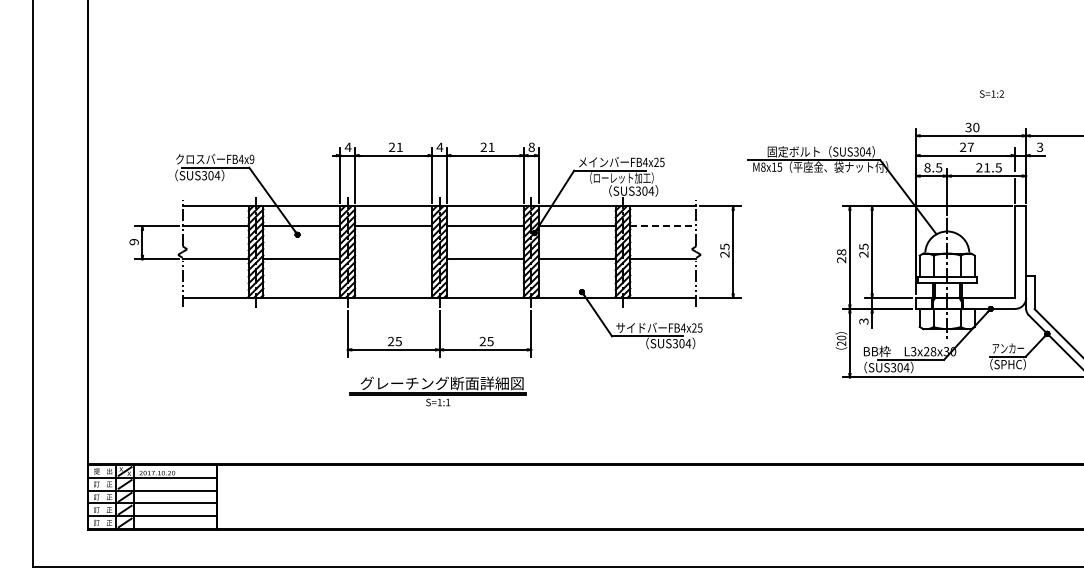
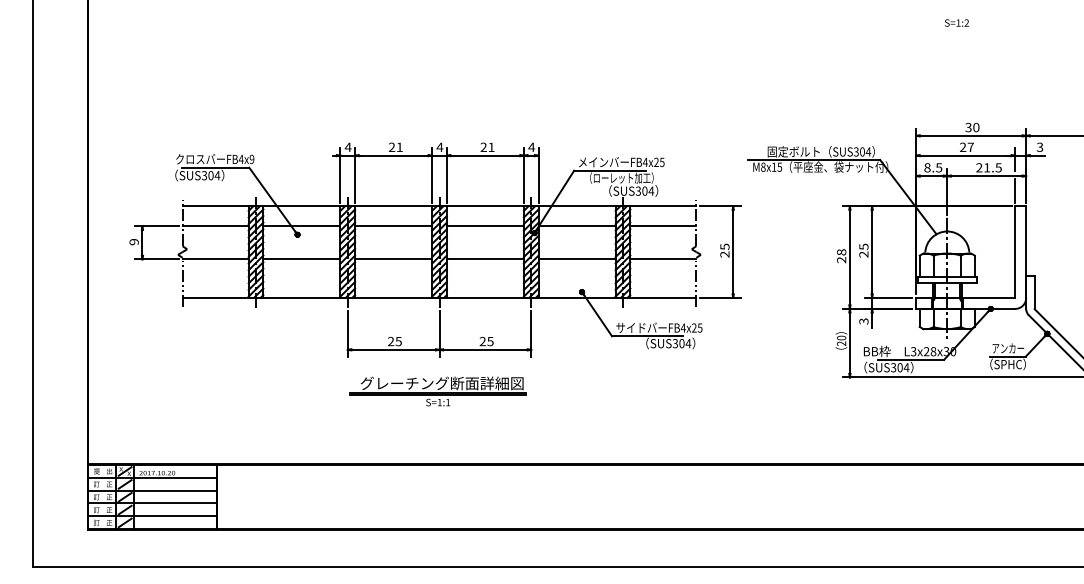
text at (991, 93) position: (991, 93) -> (956, 22)
text at (531, 146): 8 -> 4
line at (663, 226): dashed -> solid
line at (393, 259): none -> present
